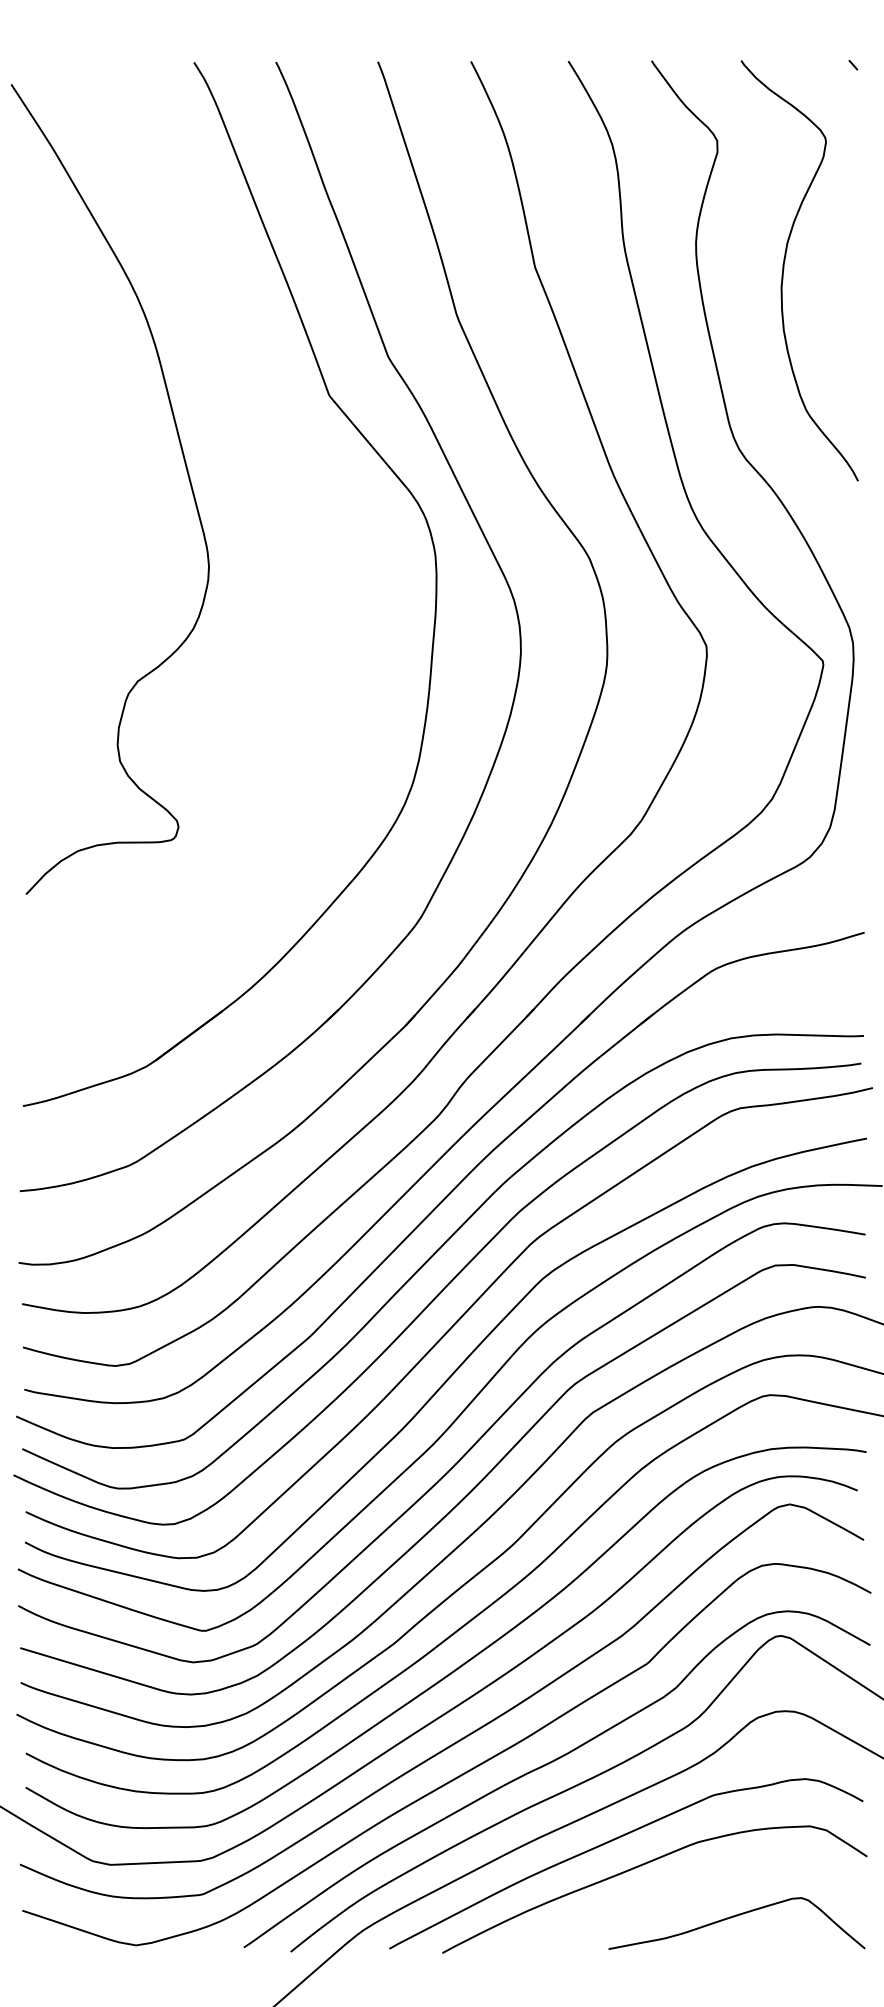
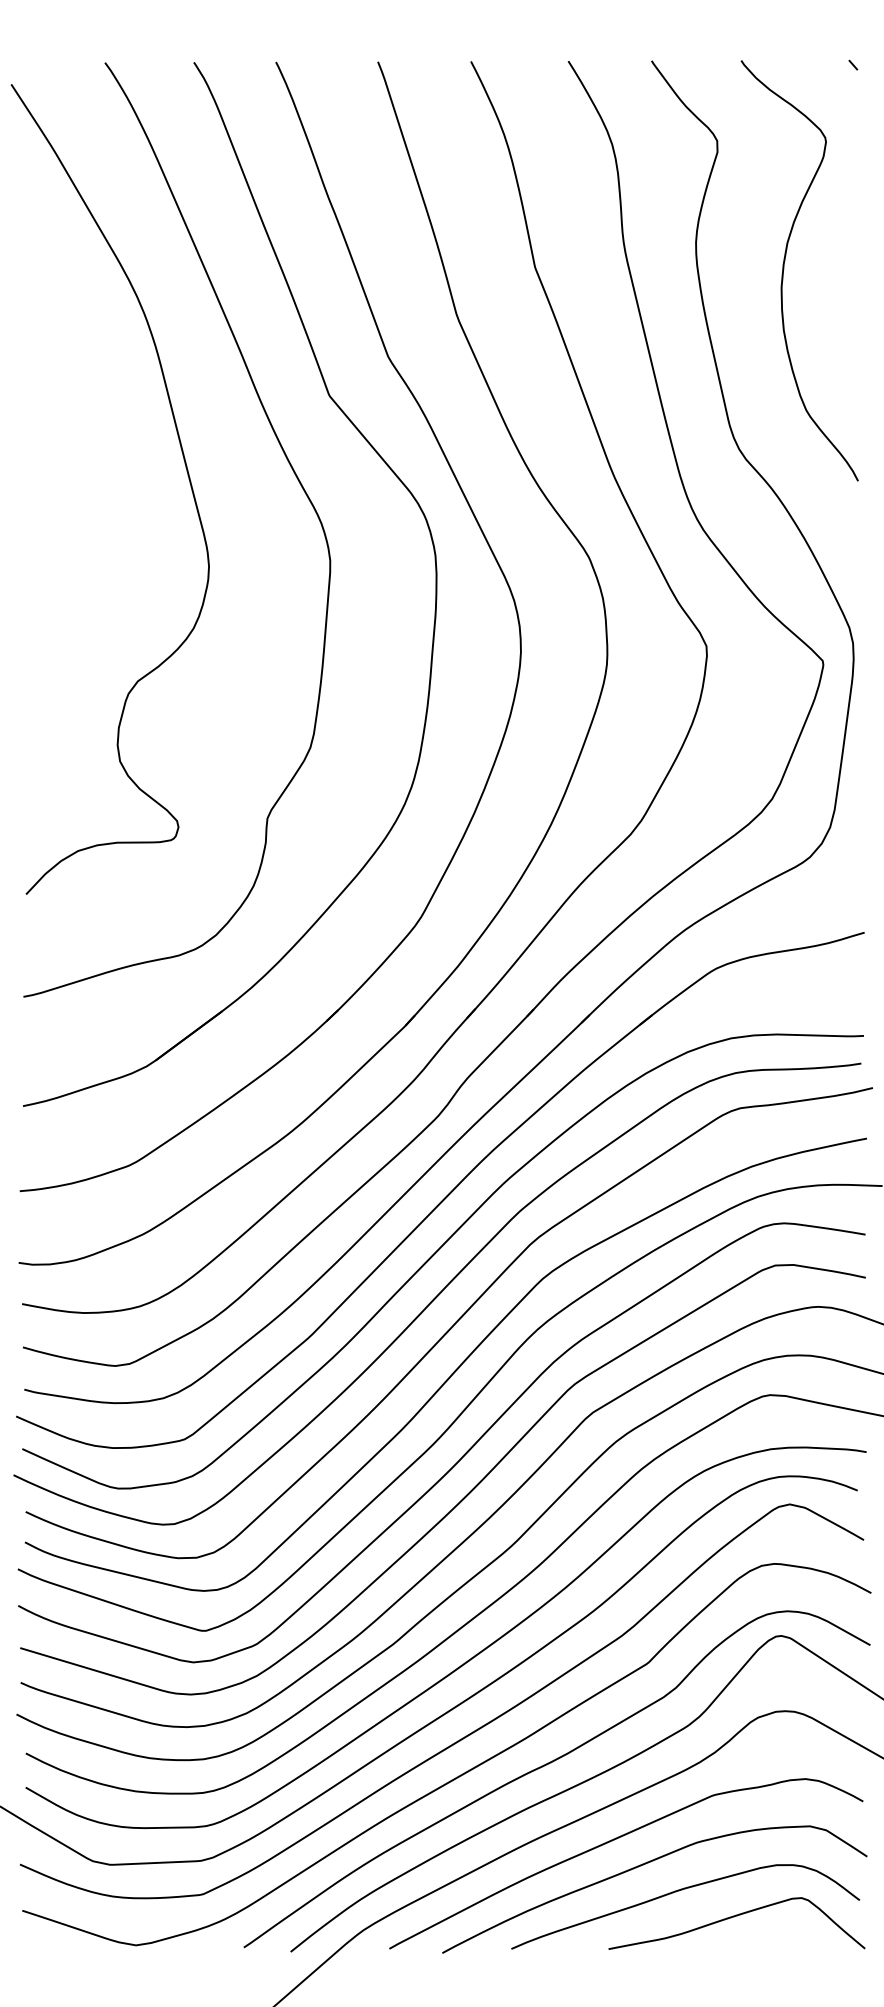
curve at (289, 465): none -> present
curve at (679, 1891): none -> present
